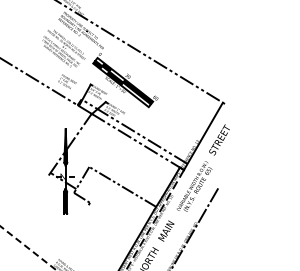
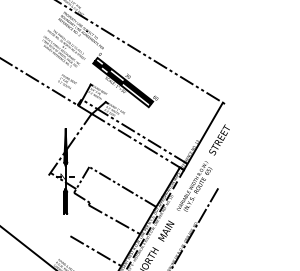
line at (114, 219): none -> present
line at (28, 248): dashed -> solid
line at (95, 251): none -> present
